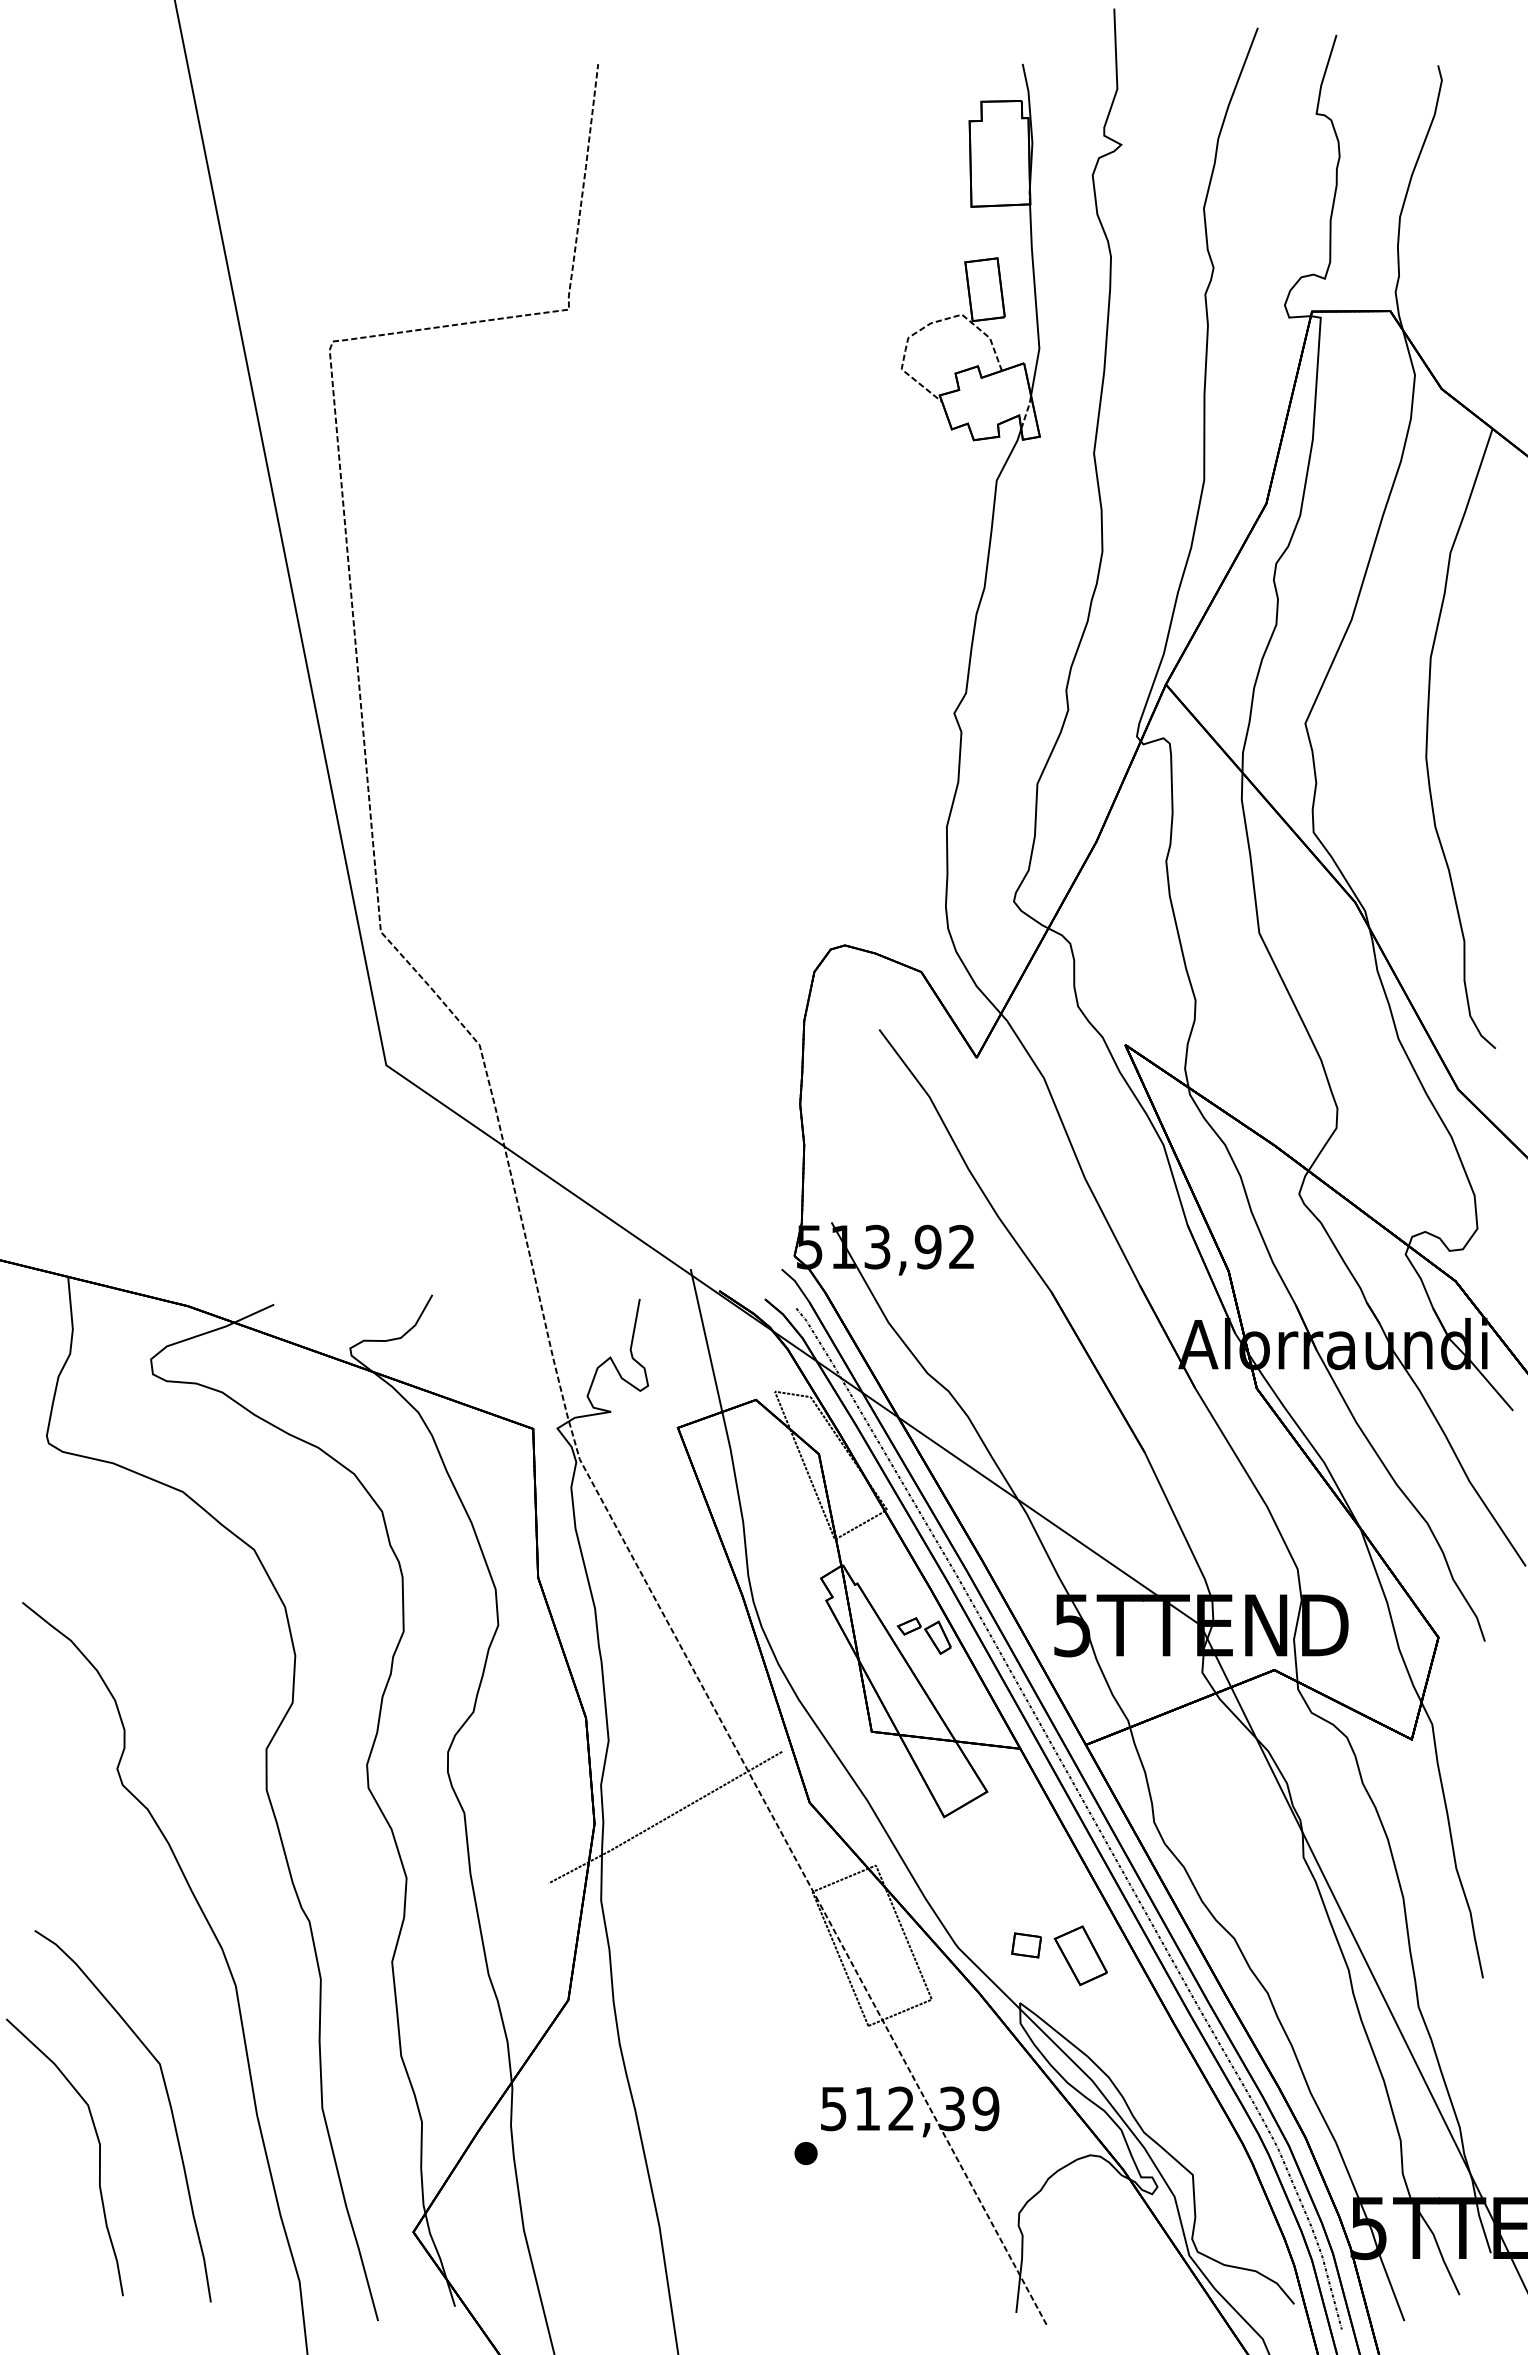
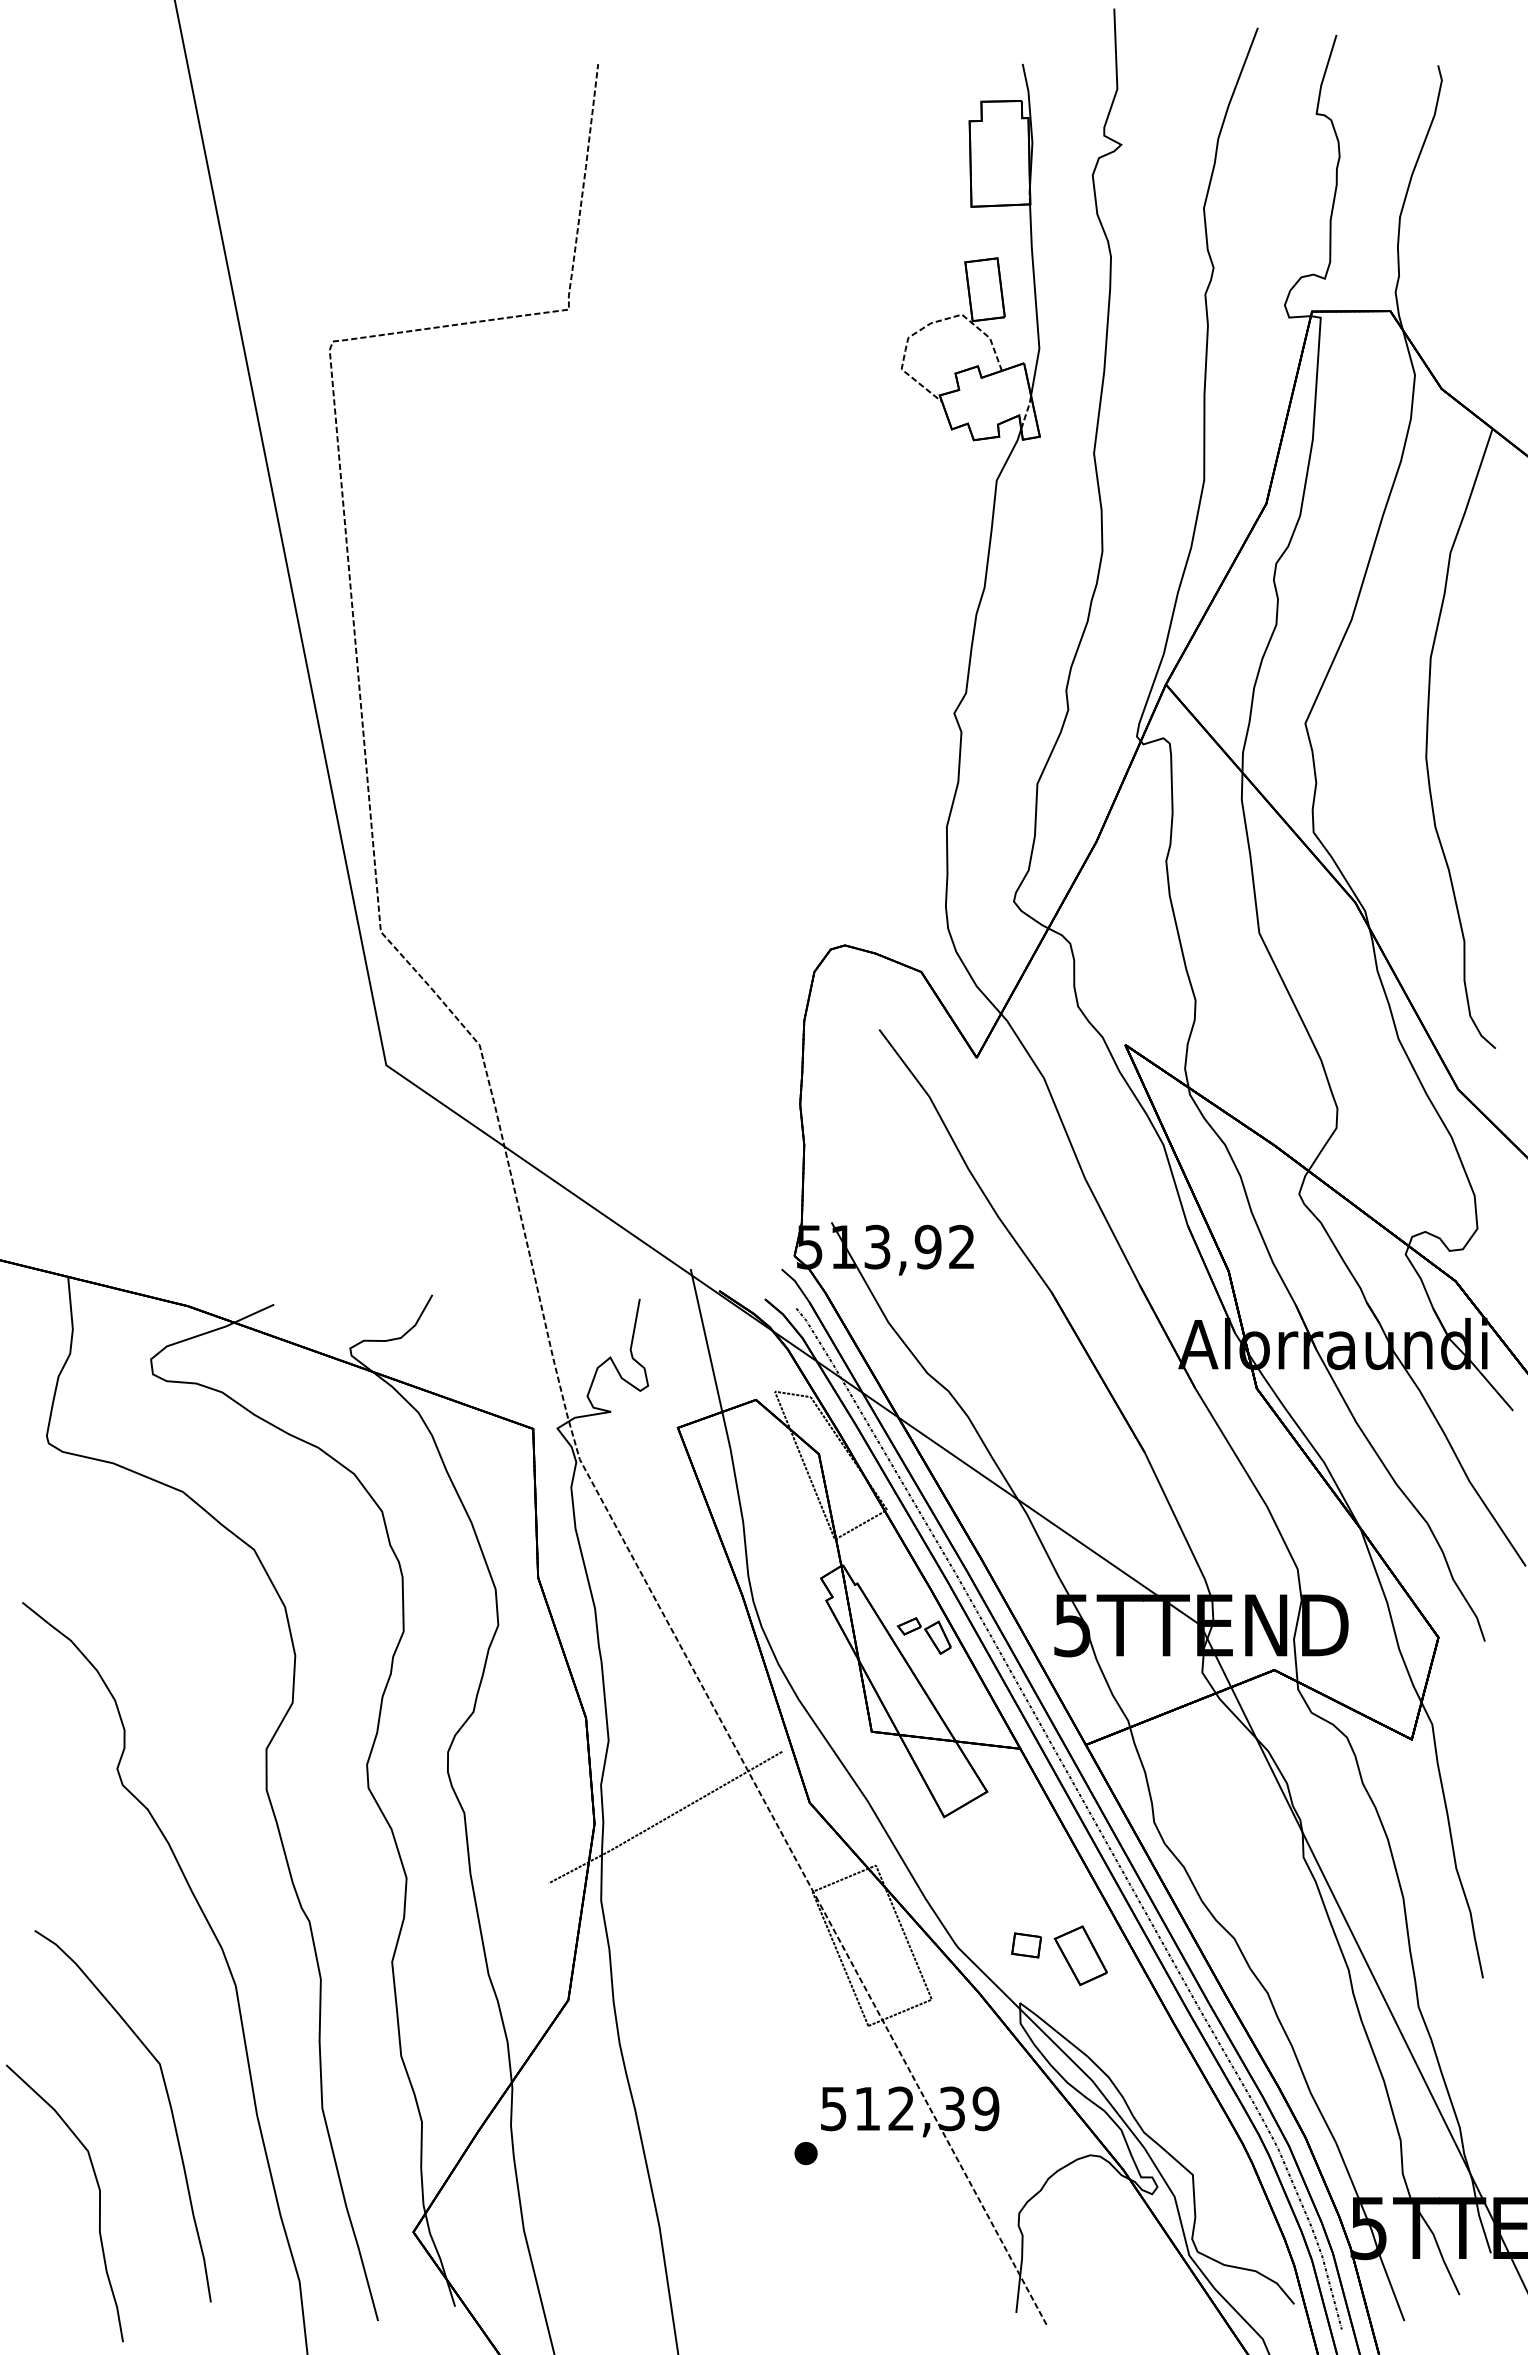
part at (99, 2157) position: (99, 2157) -> (99, 2203)
